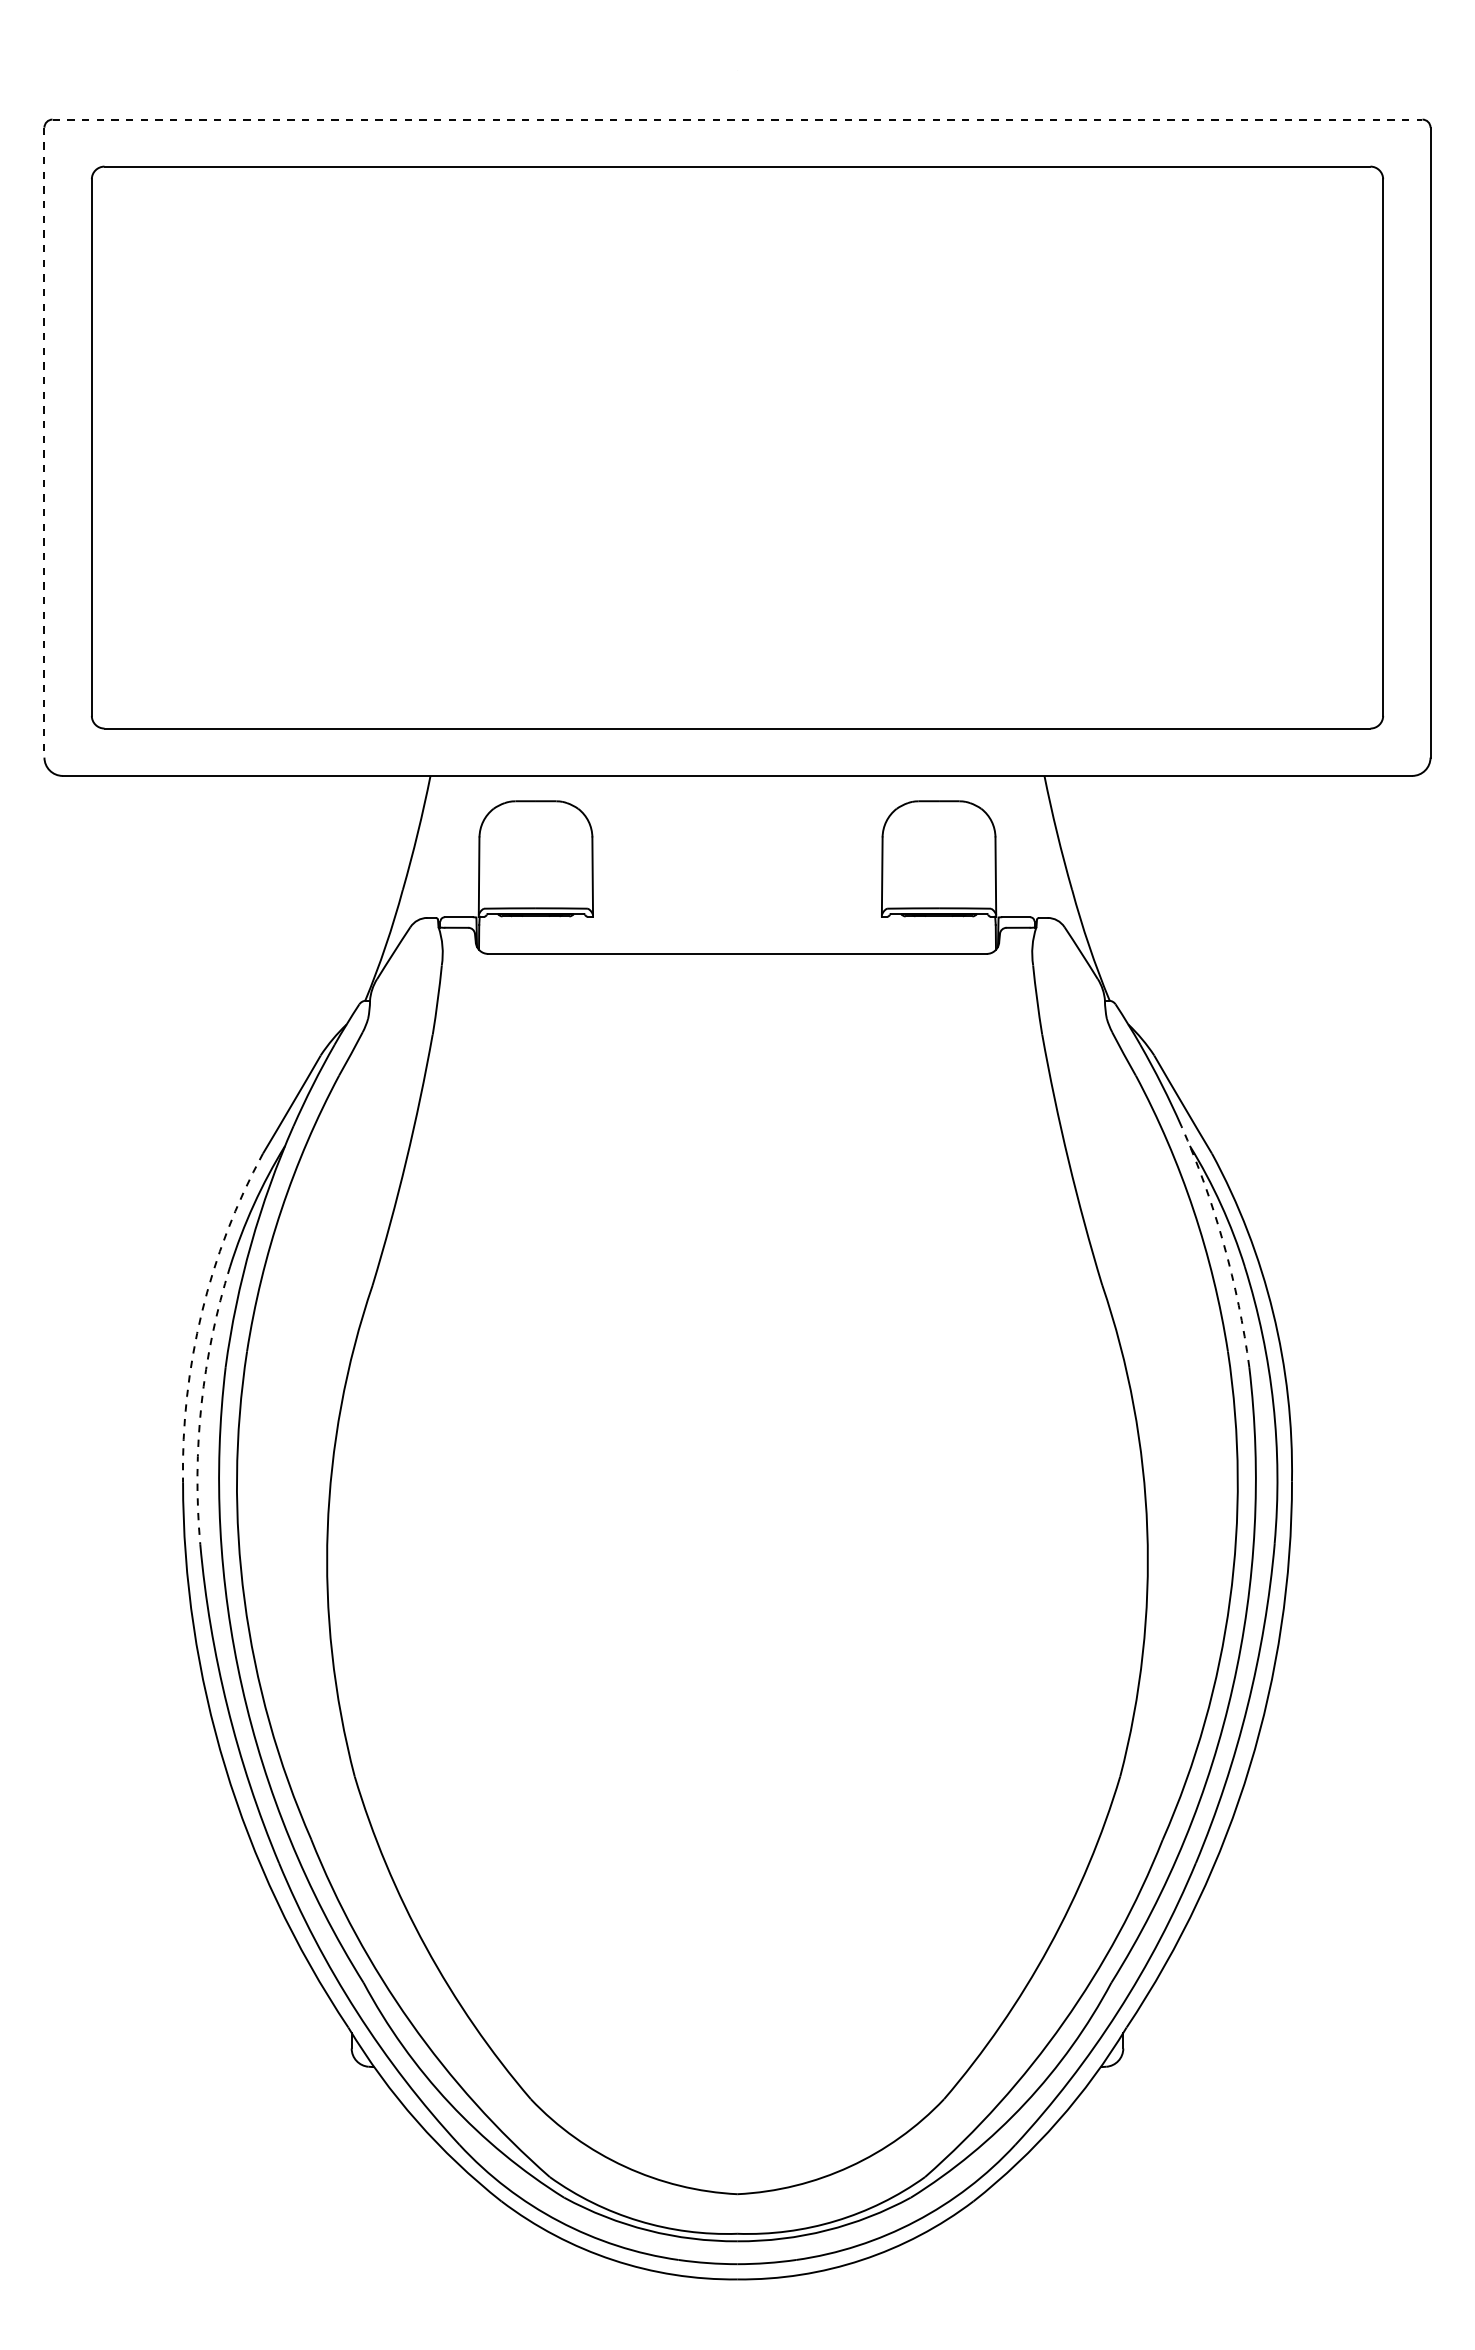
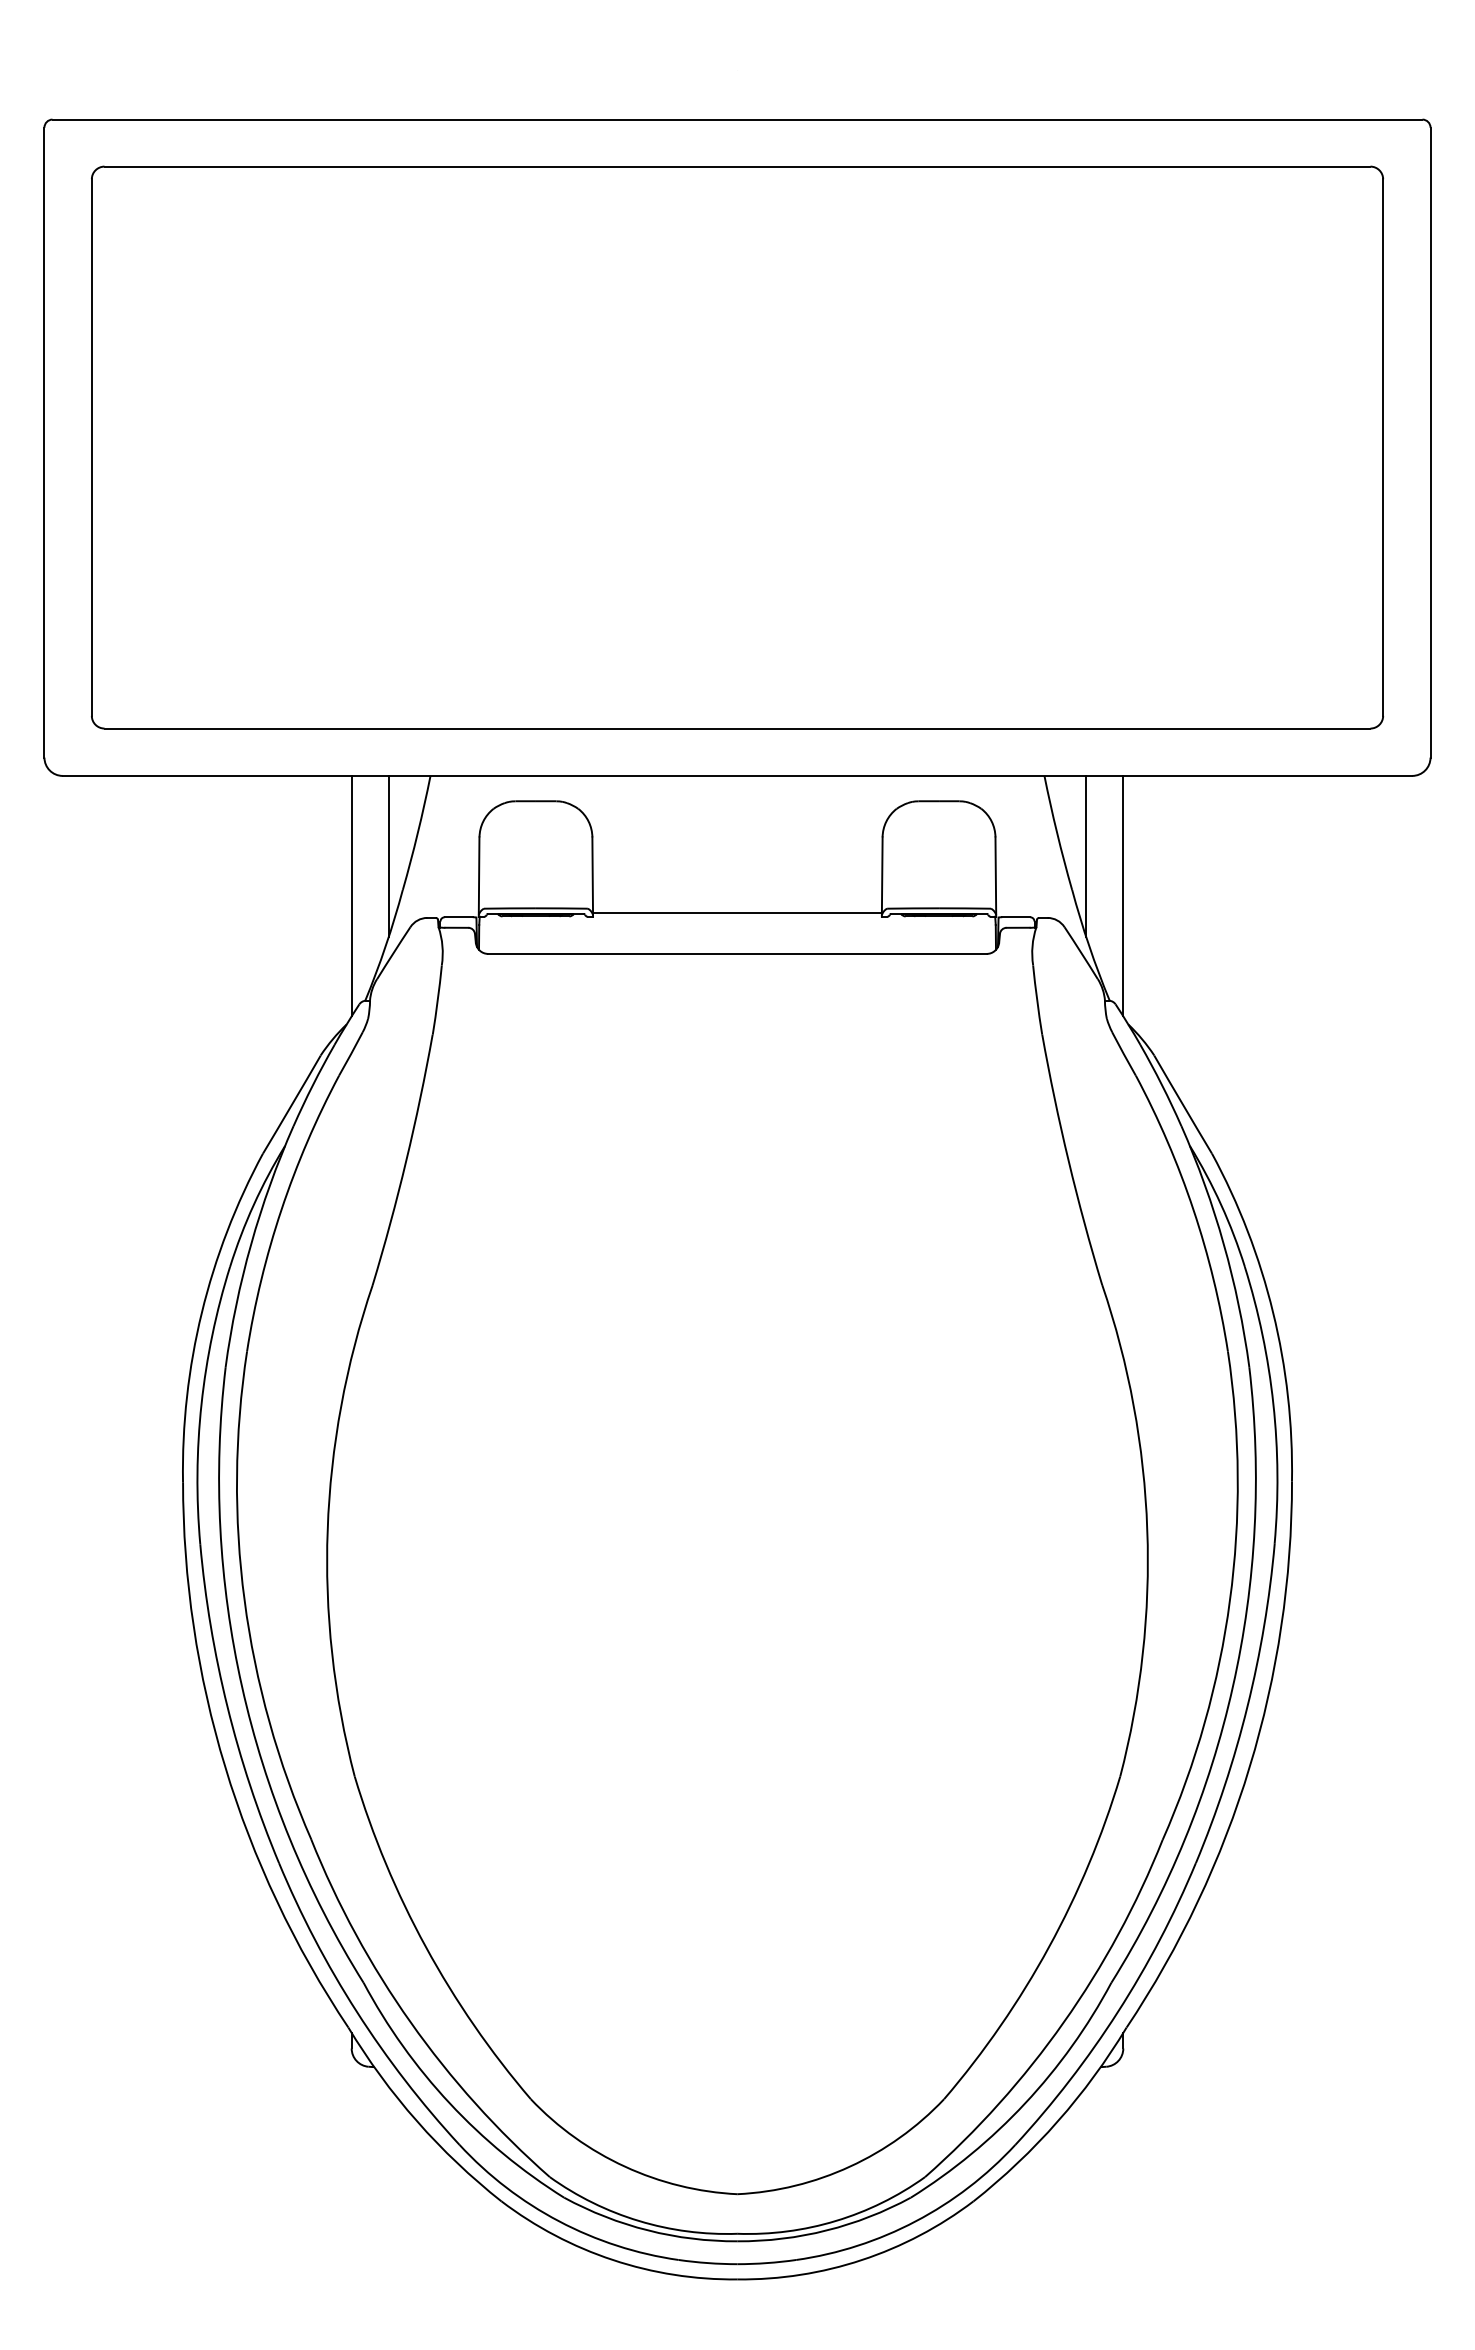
line at (737, 119): dashed -> solid
line at (44, 442): dashed -> solid
line at (388, 856): none -> present
line at (1086, 856): none -> present
line at (351, 895): none -> present
line at (1123, 895): none -> present
line at (737, 912): none -> present
arc at (1223, 1244): dashed -> solid
arc at (201, 1312): dashed -> solid
arc at (201, 1404): dashed -> solid
